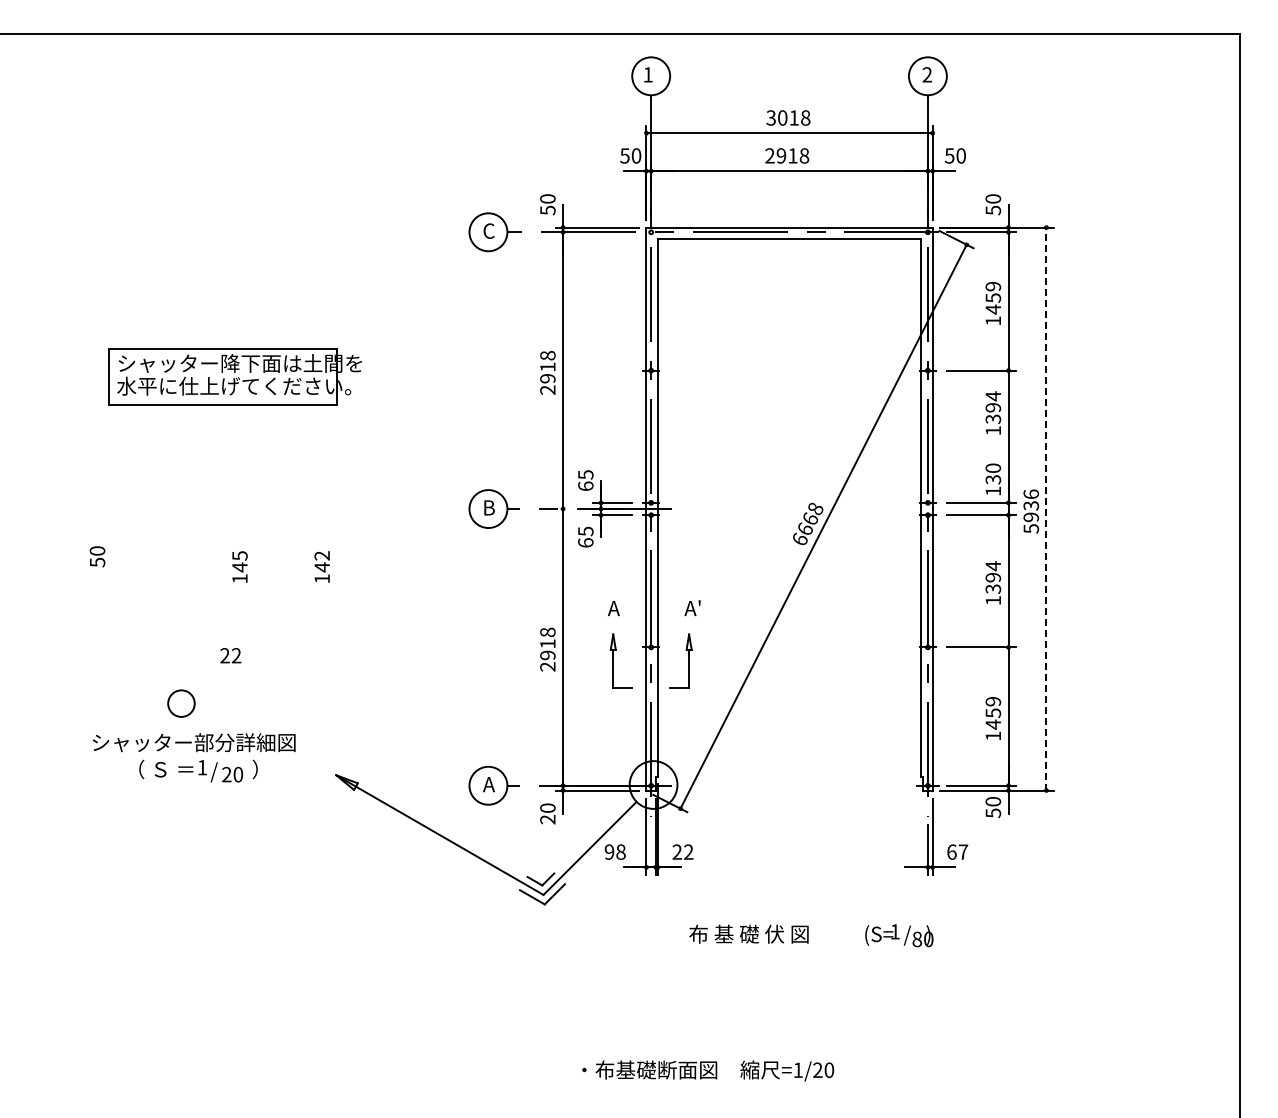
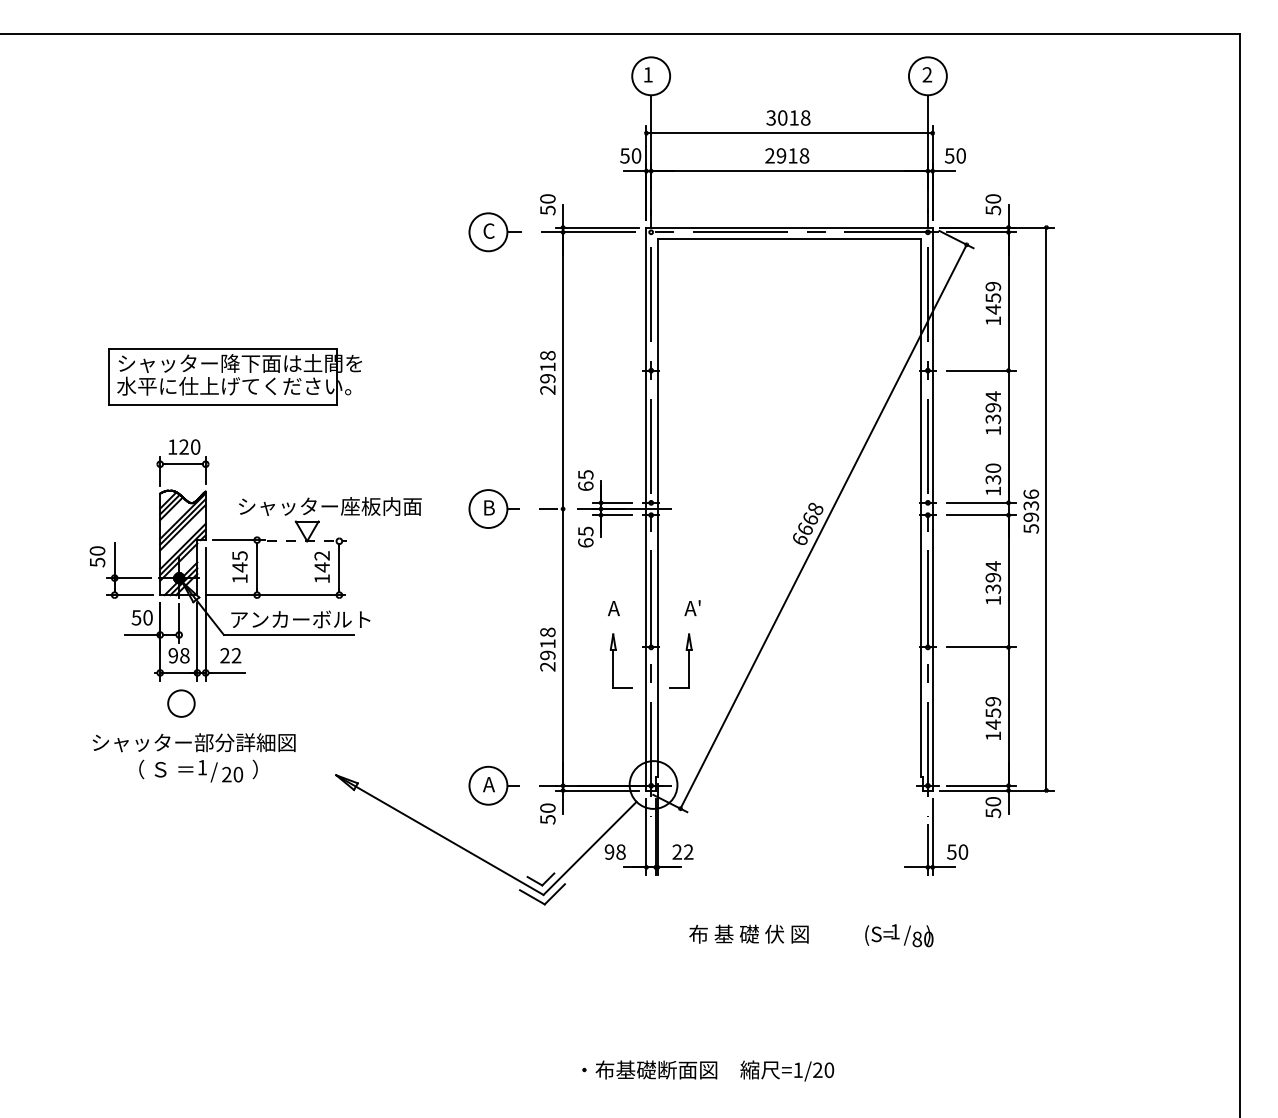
line at (1046, 509): dashed -> solid
part at (263, 560): none -> present
text at (547, 819): 20 -> 50
text at (957, 851): 67 -> 50
